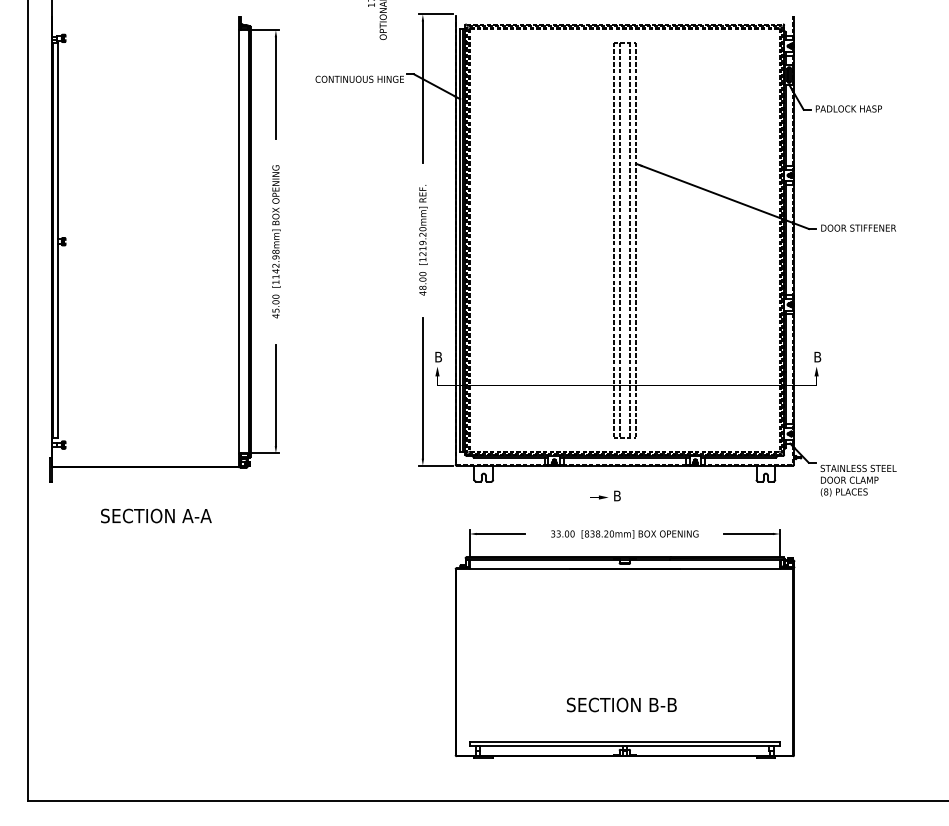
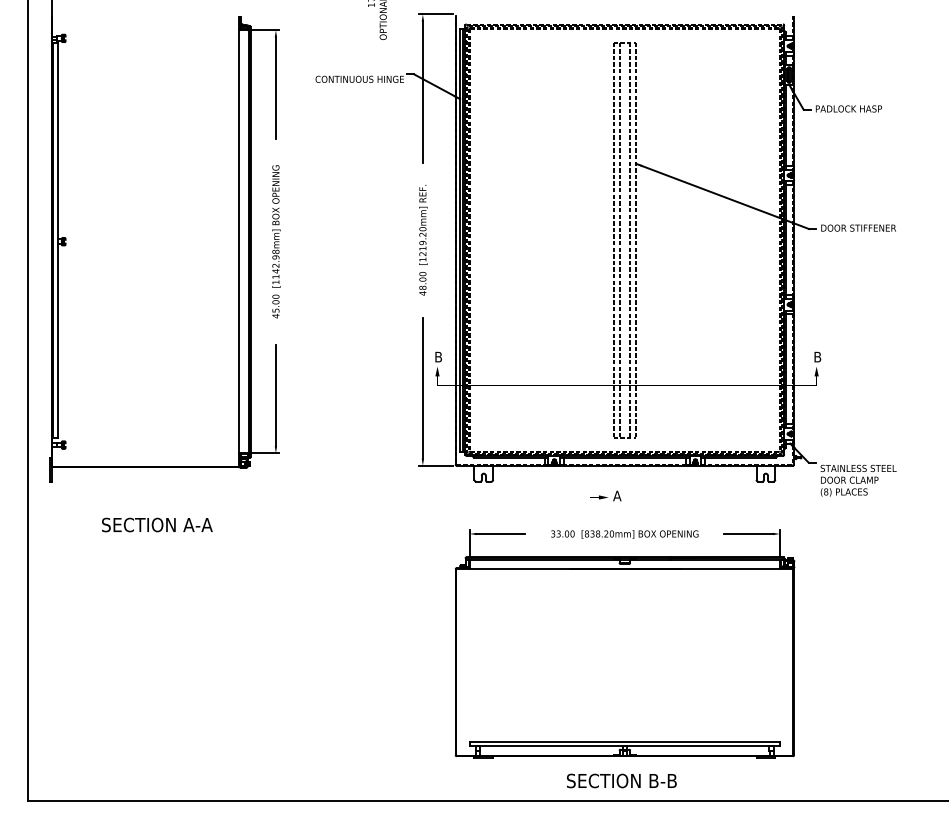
text at (617, 495): B -> A
text at (156, 515) position: (156, 515) -> (157, 524)
text at (621, 704) position: (621, 704) -> (621, 780)
